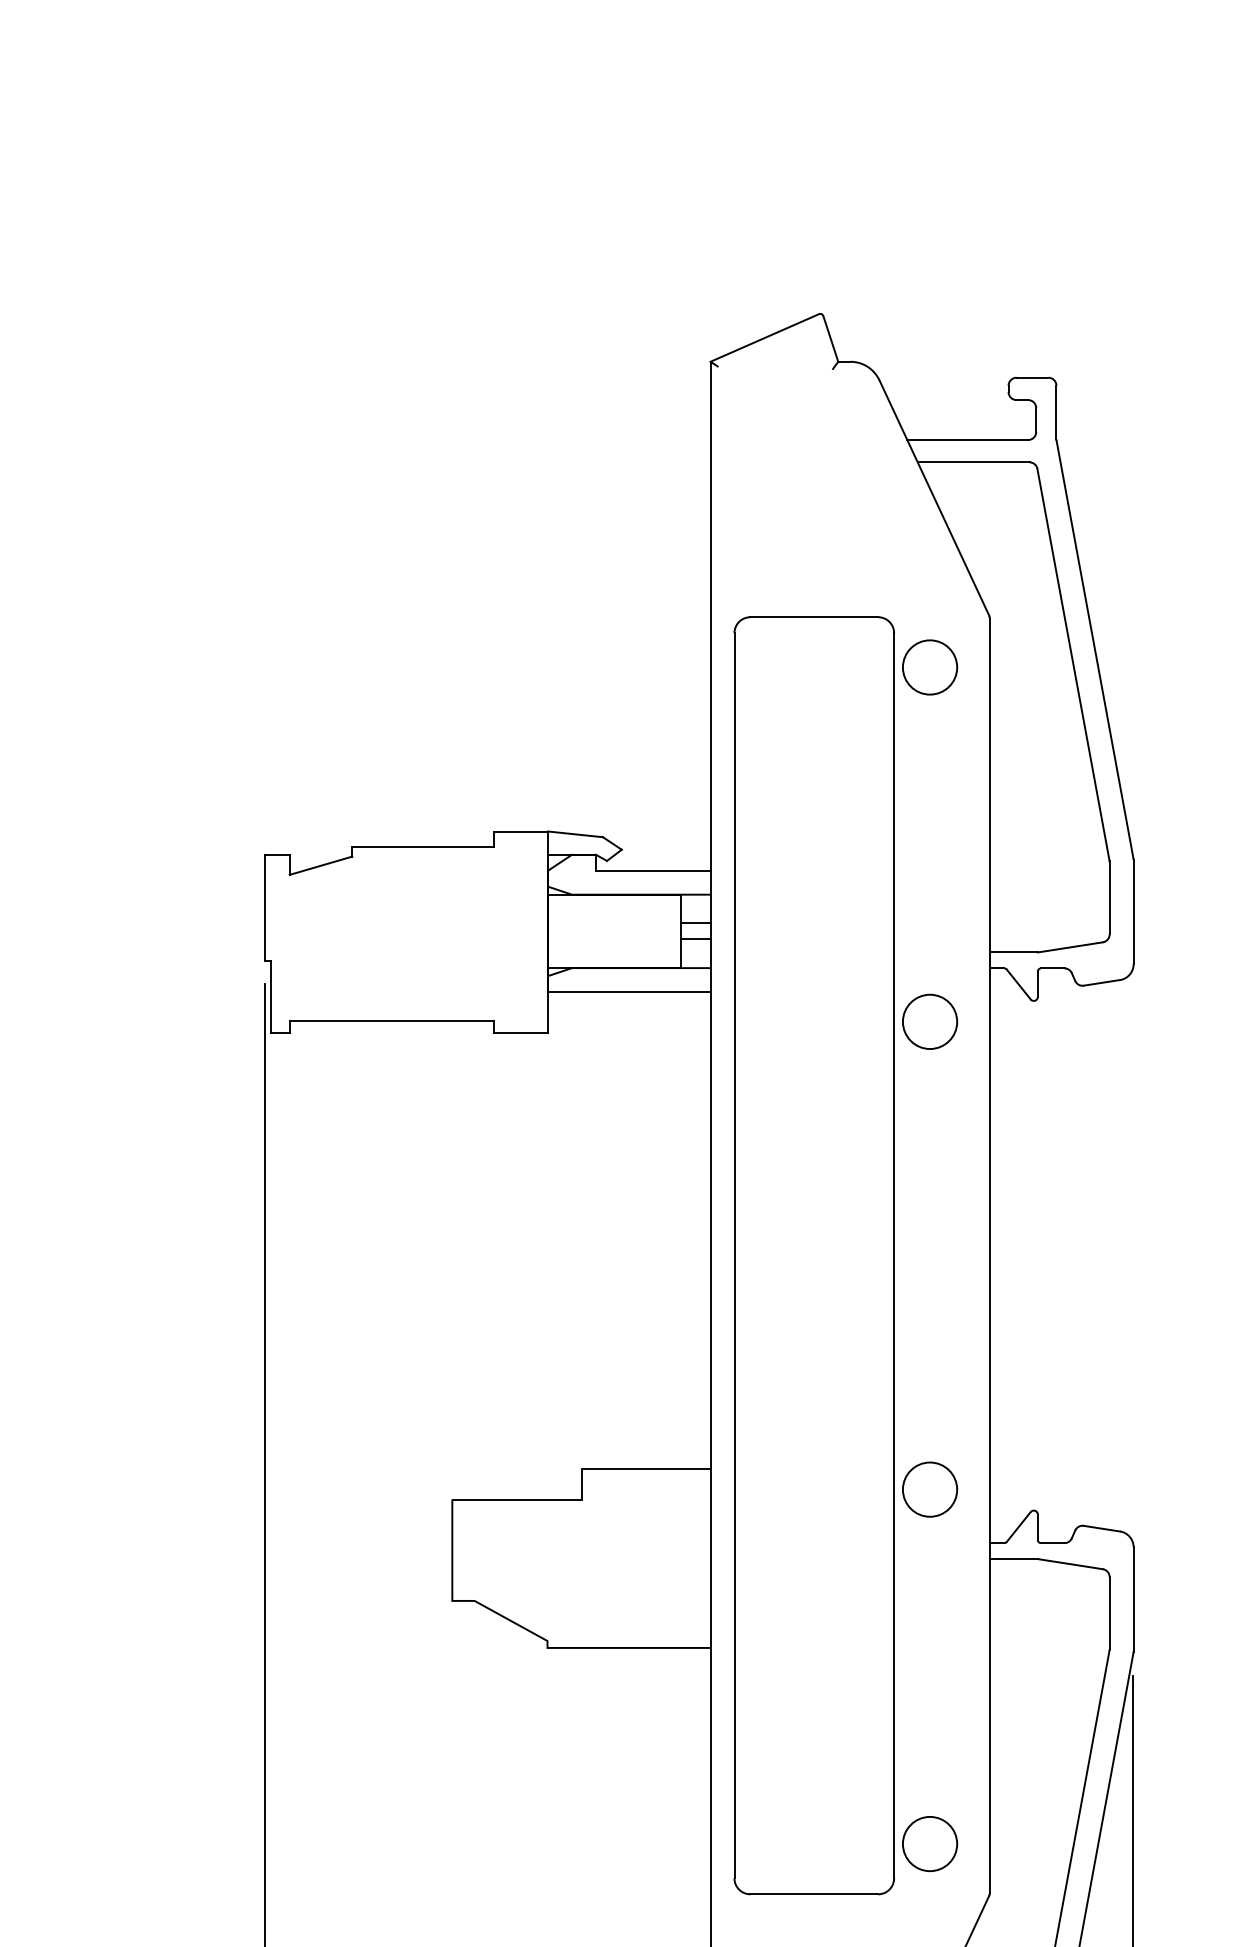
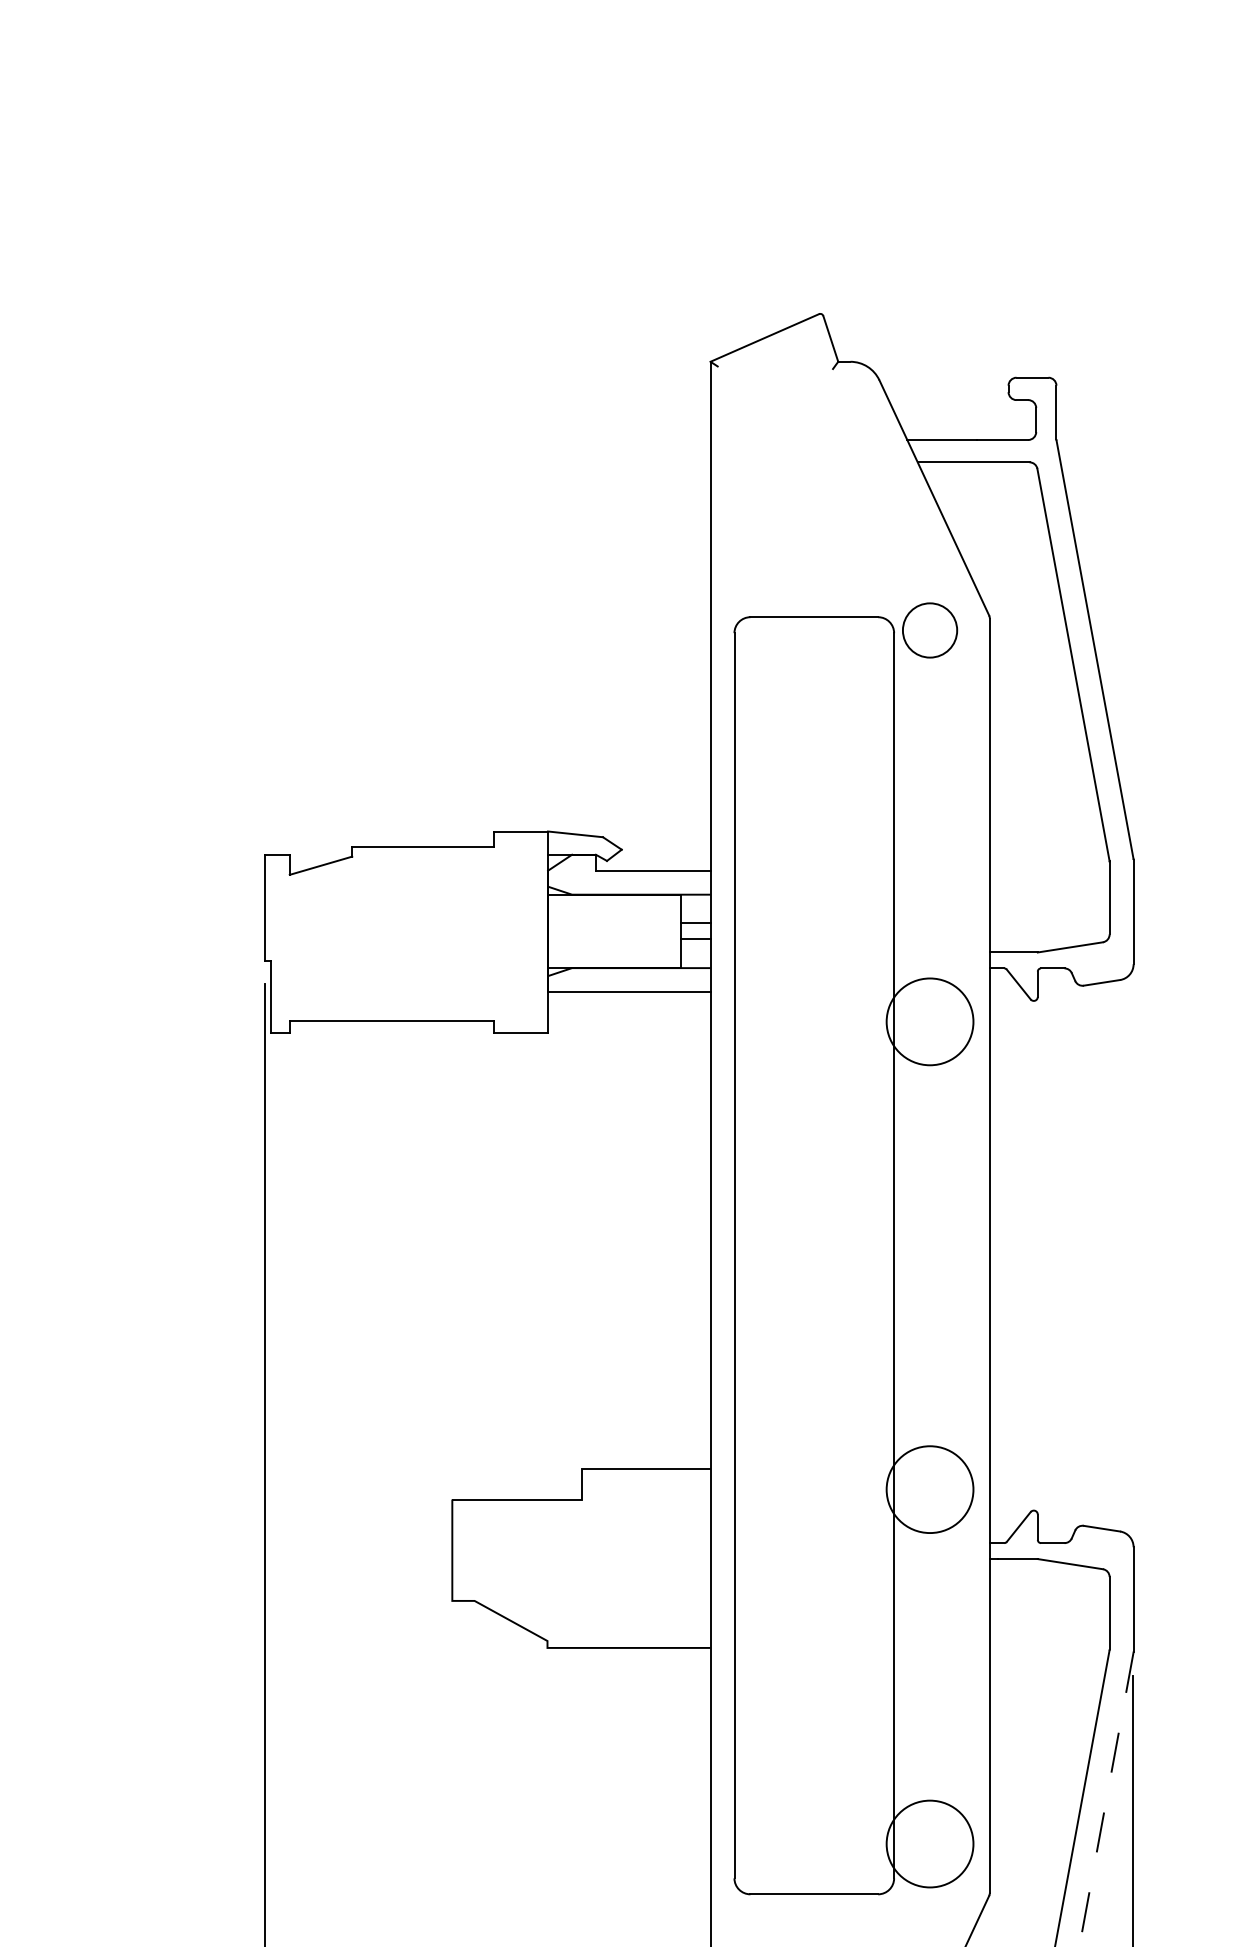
circle at (930, 667) position: (930, 667) -> (930, 630)
circle at (929, 1021) diameter: 54 px -> 87 px
circle at (929, 1489) diameter: 54 px -> 87 px
line at (1106, 1800): solid -> dashed
circle at (929, 1843) diameter: 54 px -> 87 px
